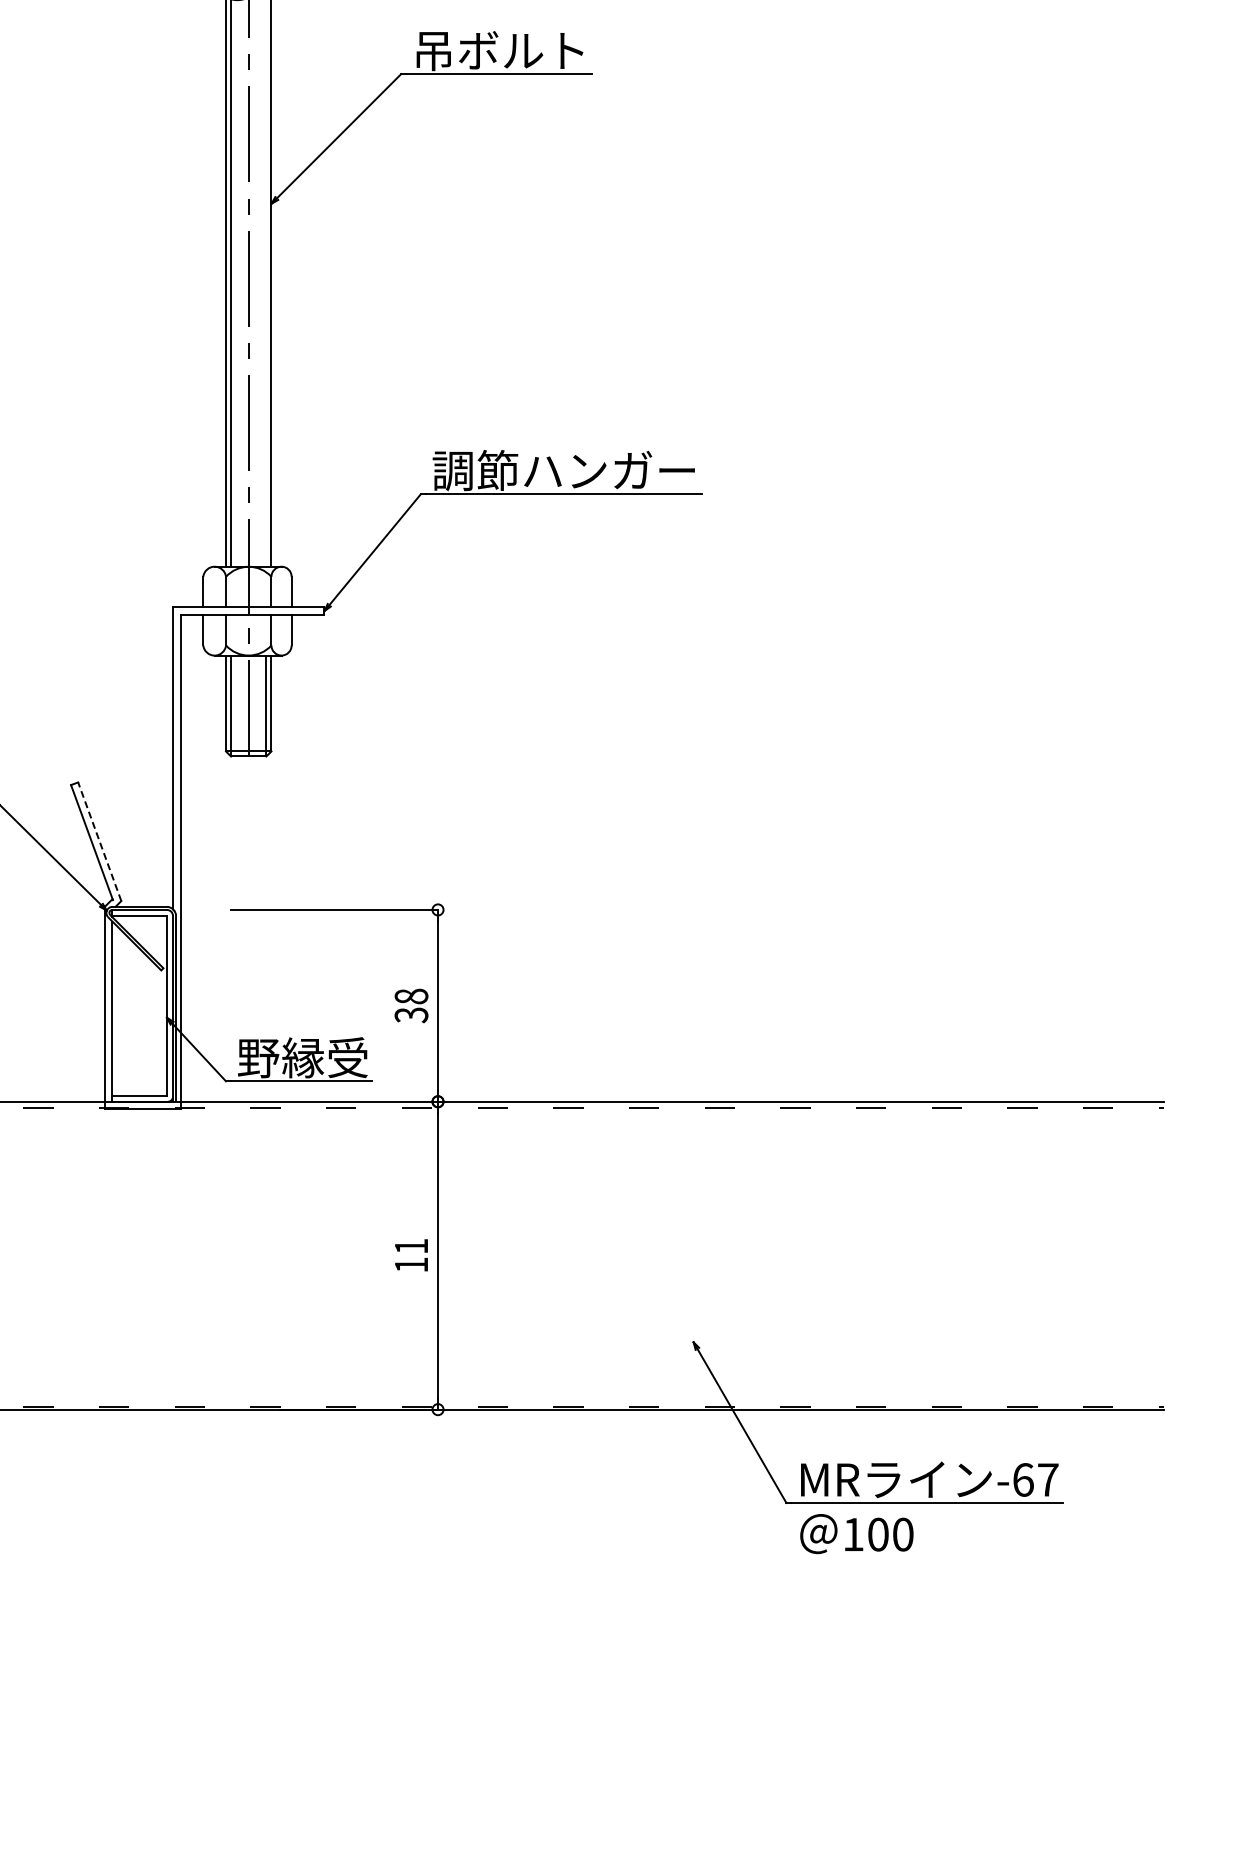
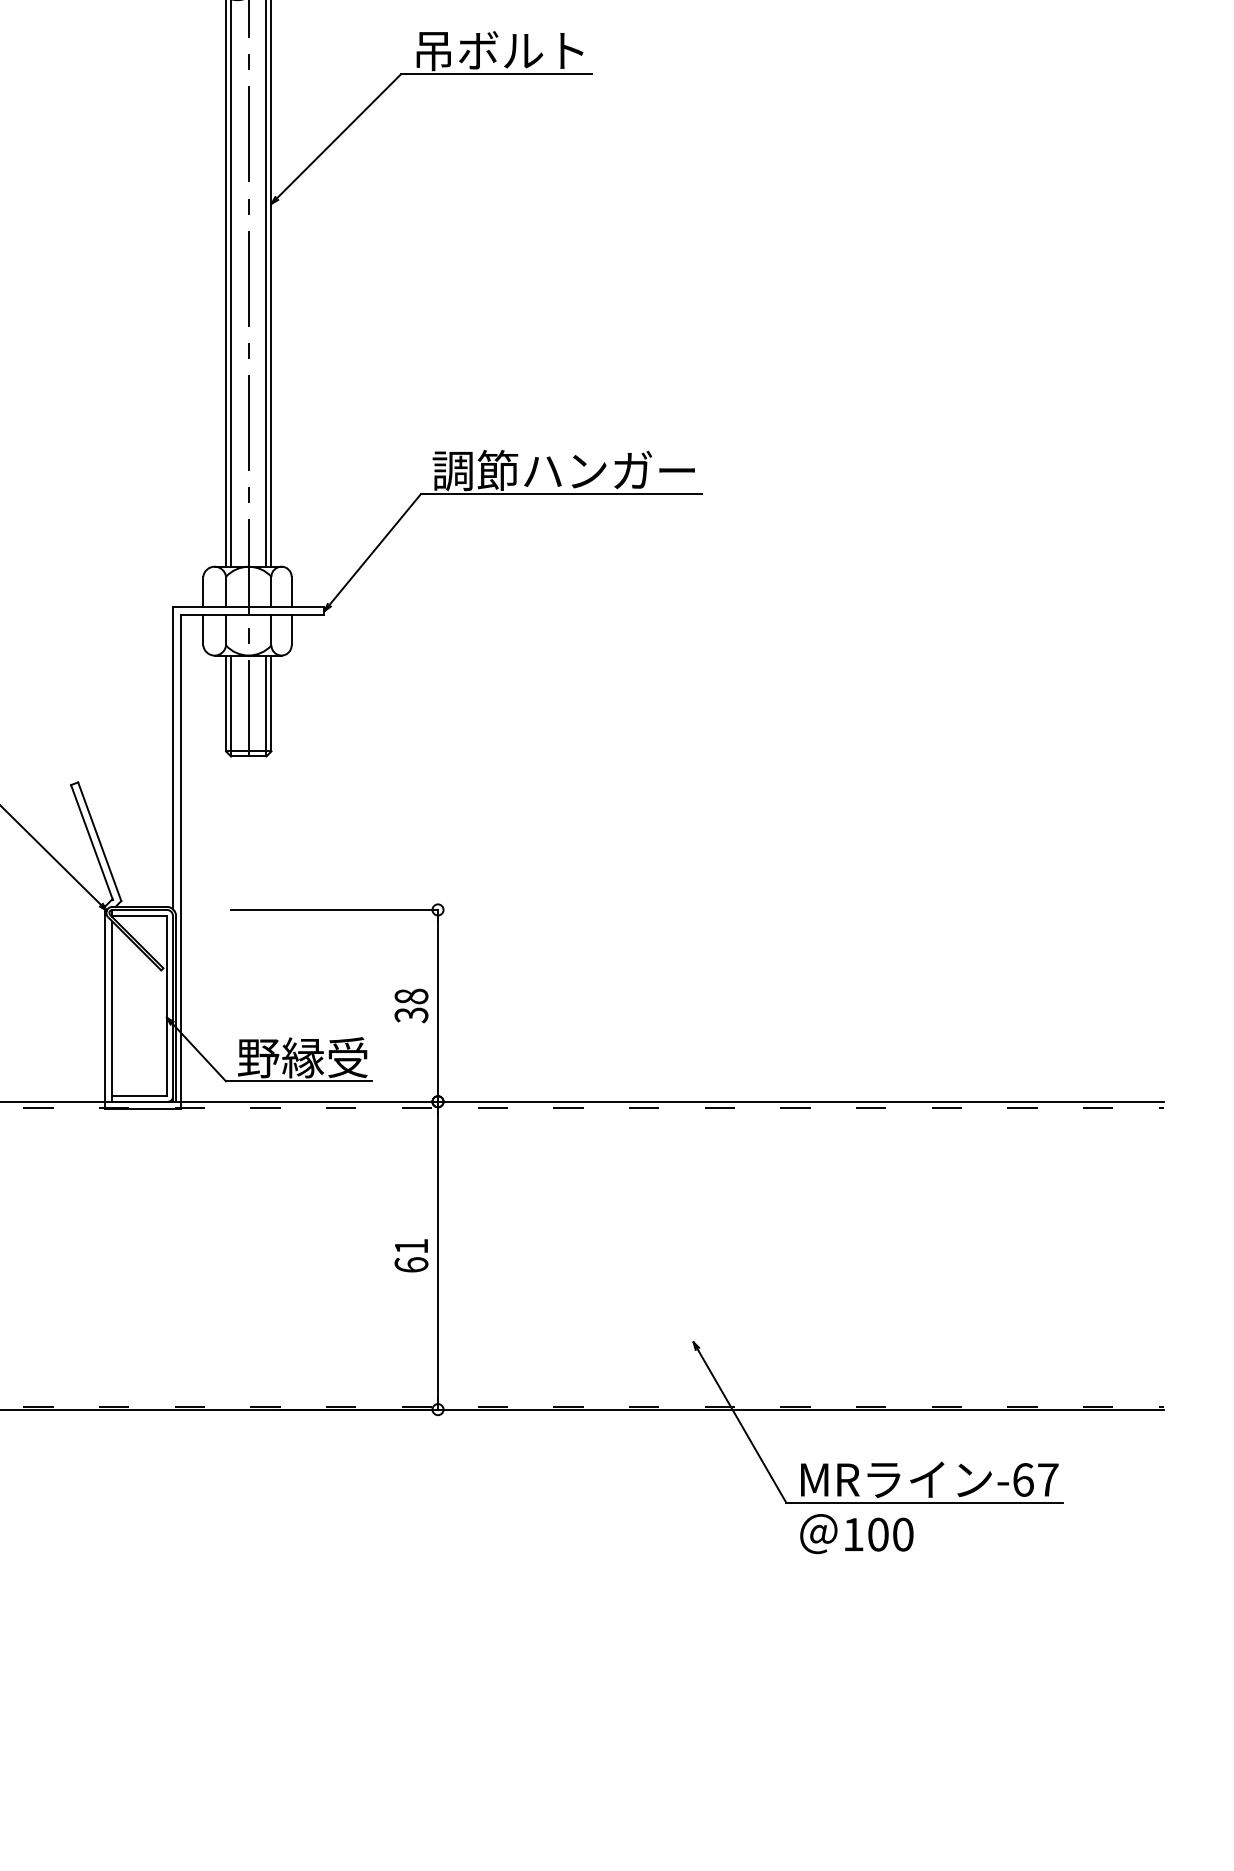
line at (266, 284): none -> present
line at (99, 841): dashed -> solid
text at (411, 1264): 11 -> 61
